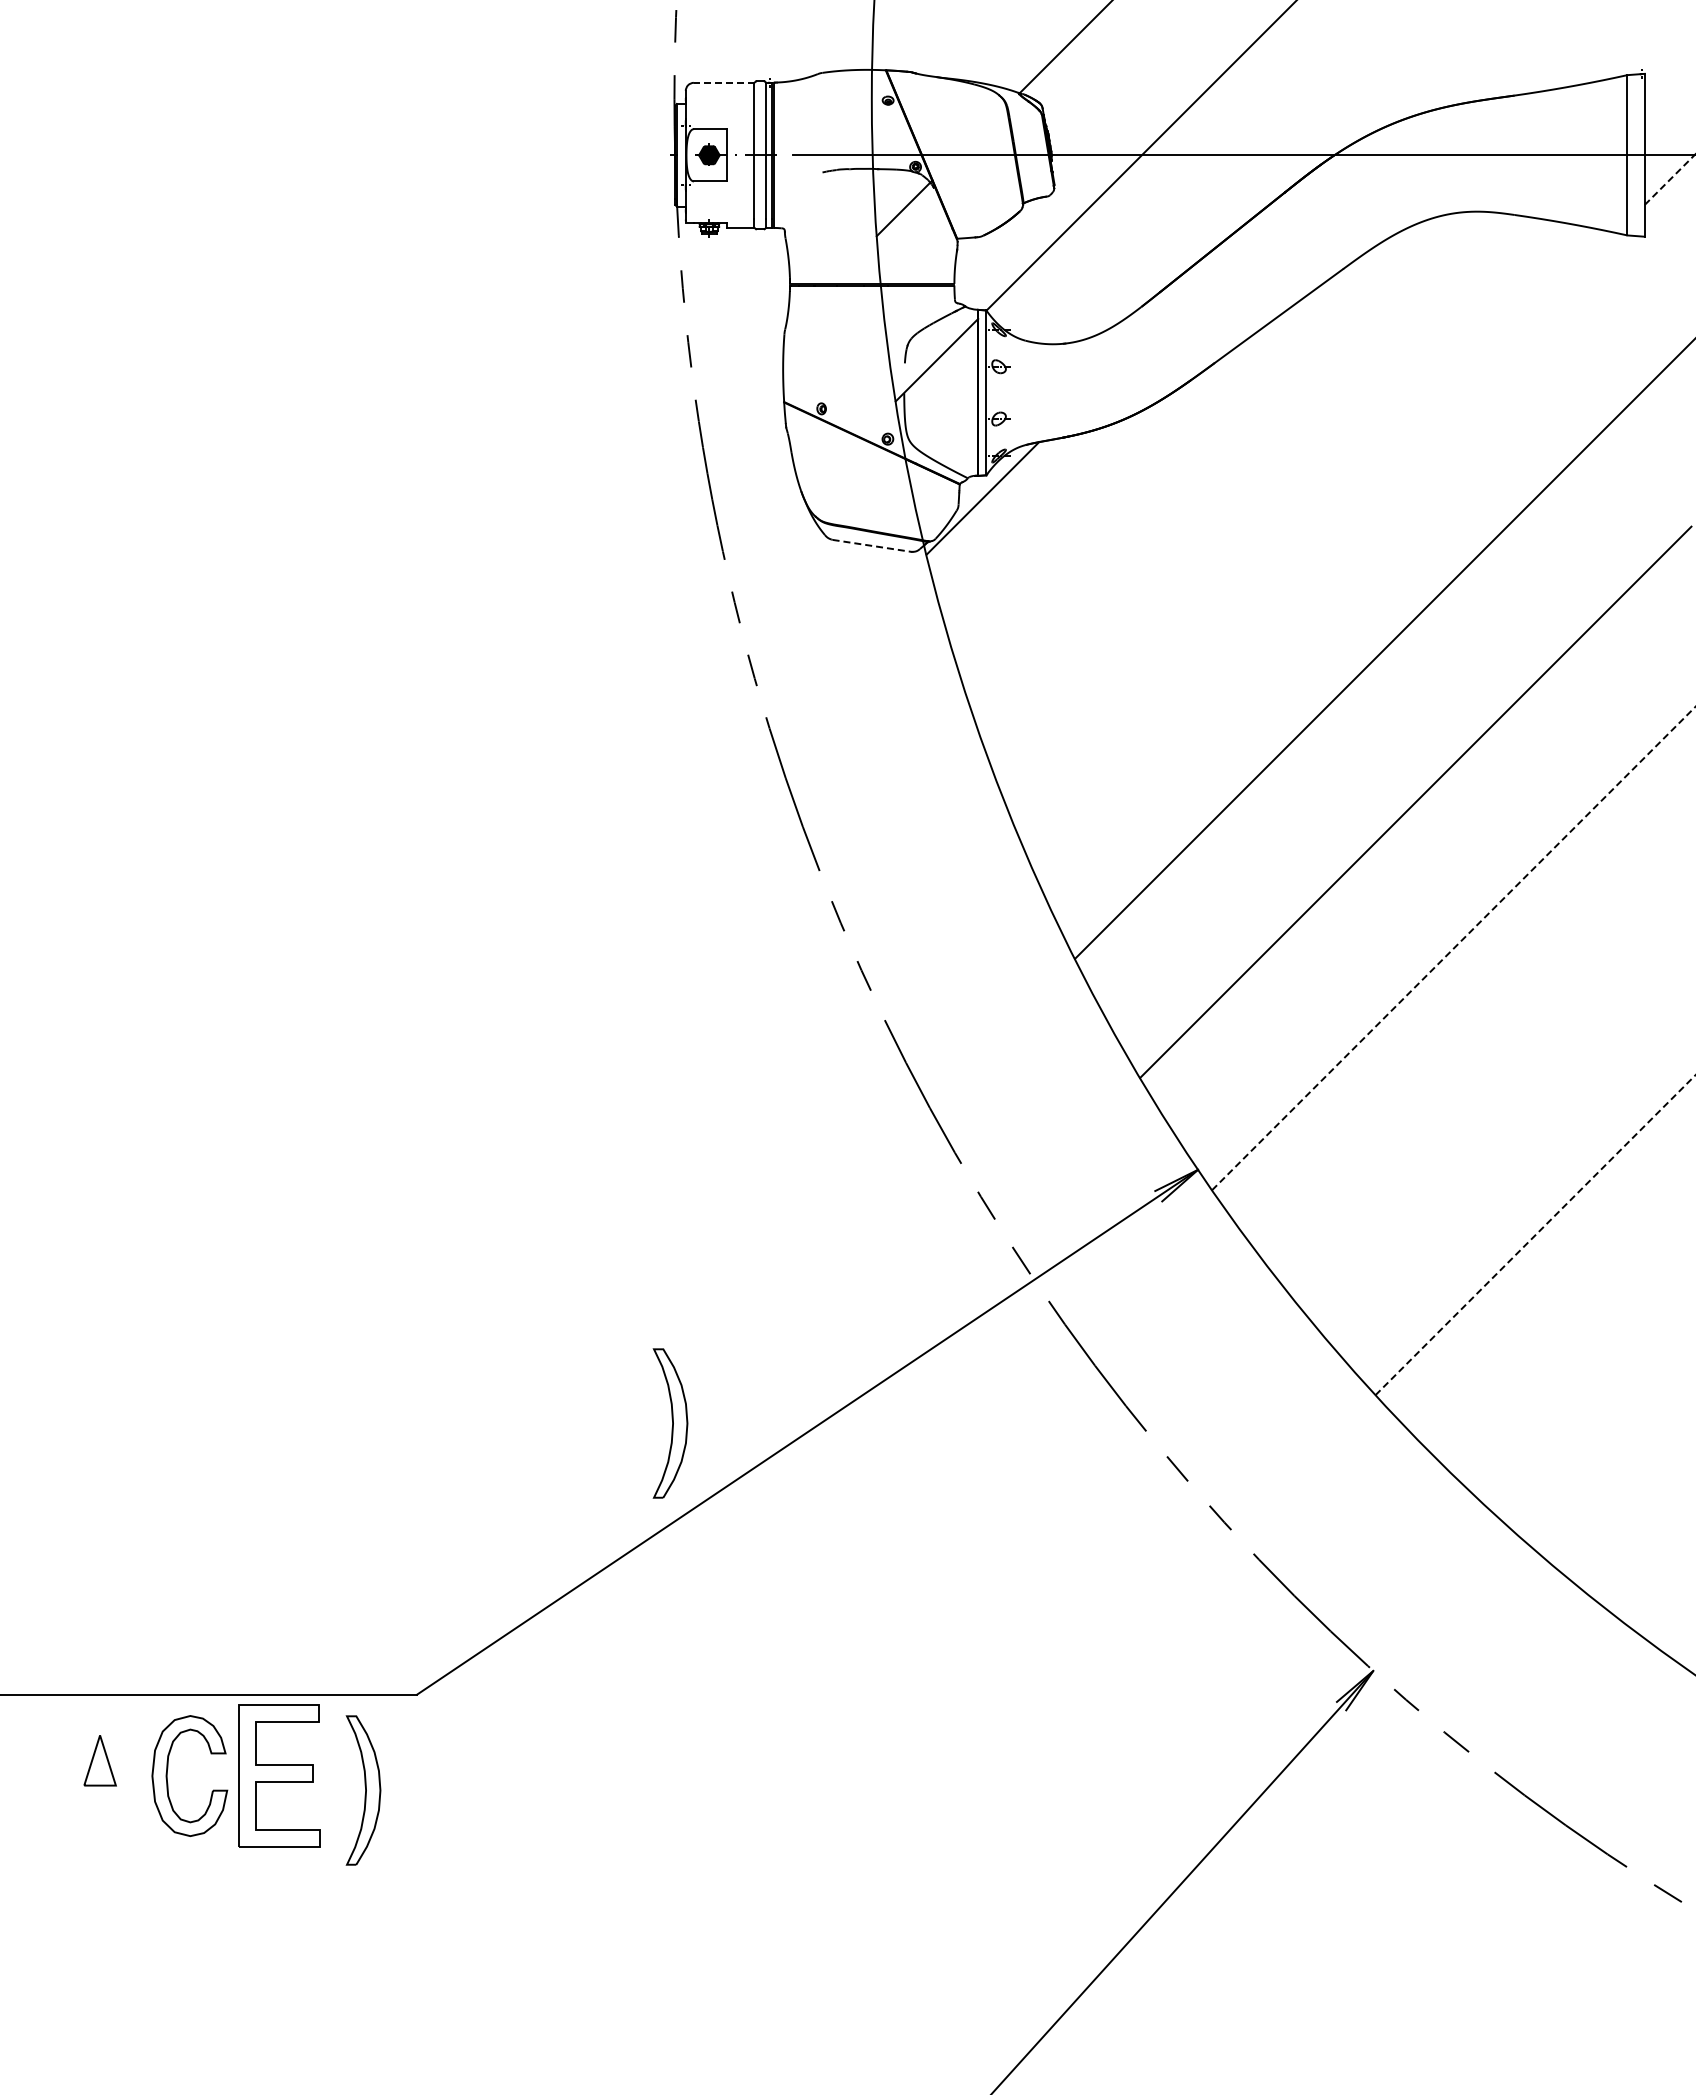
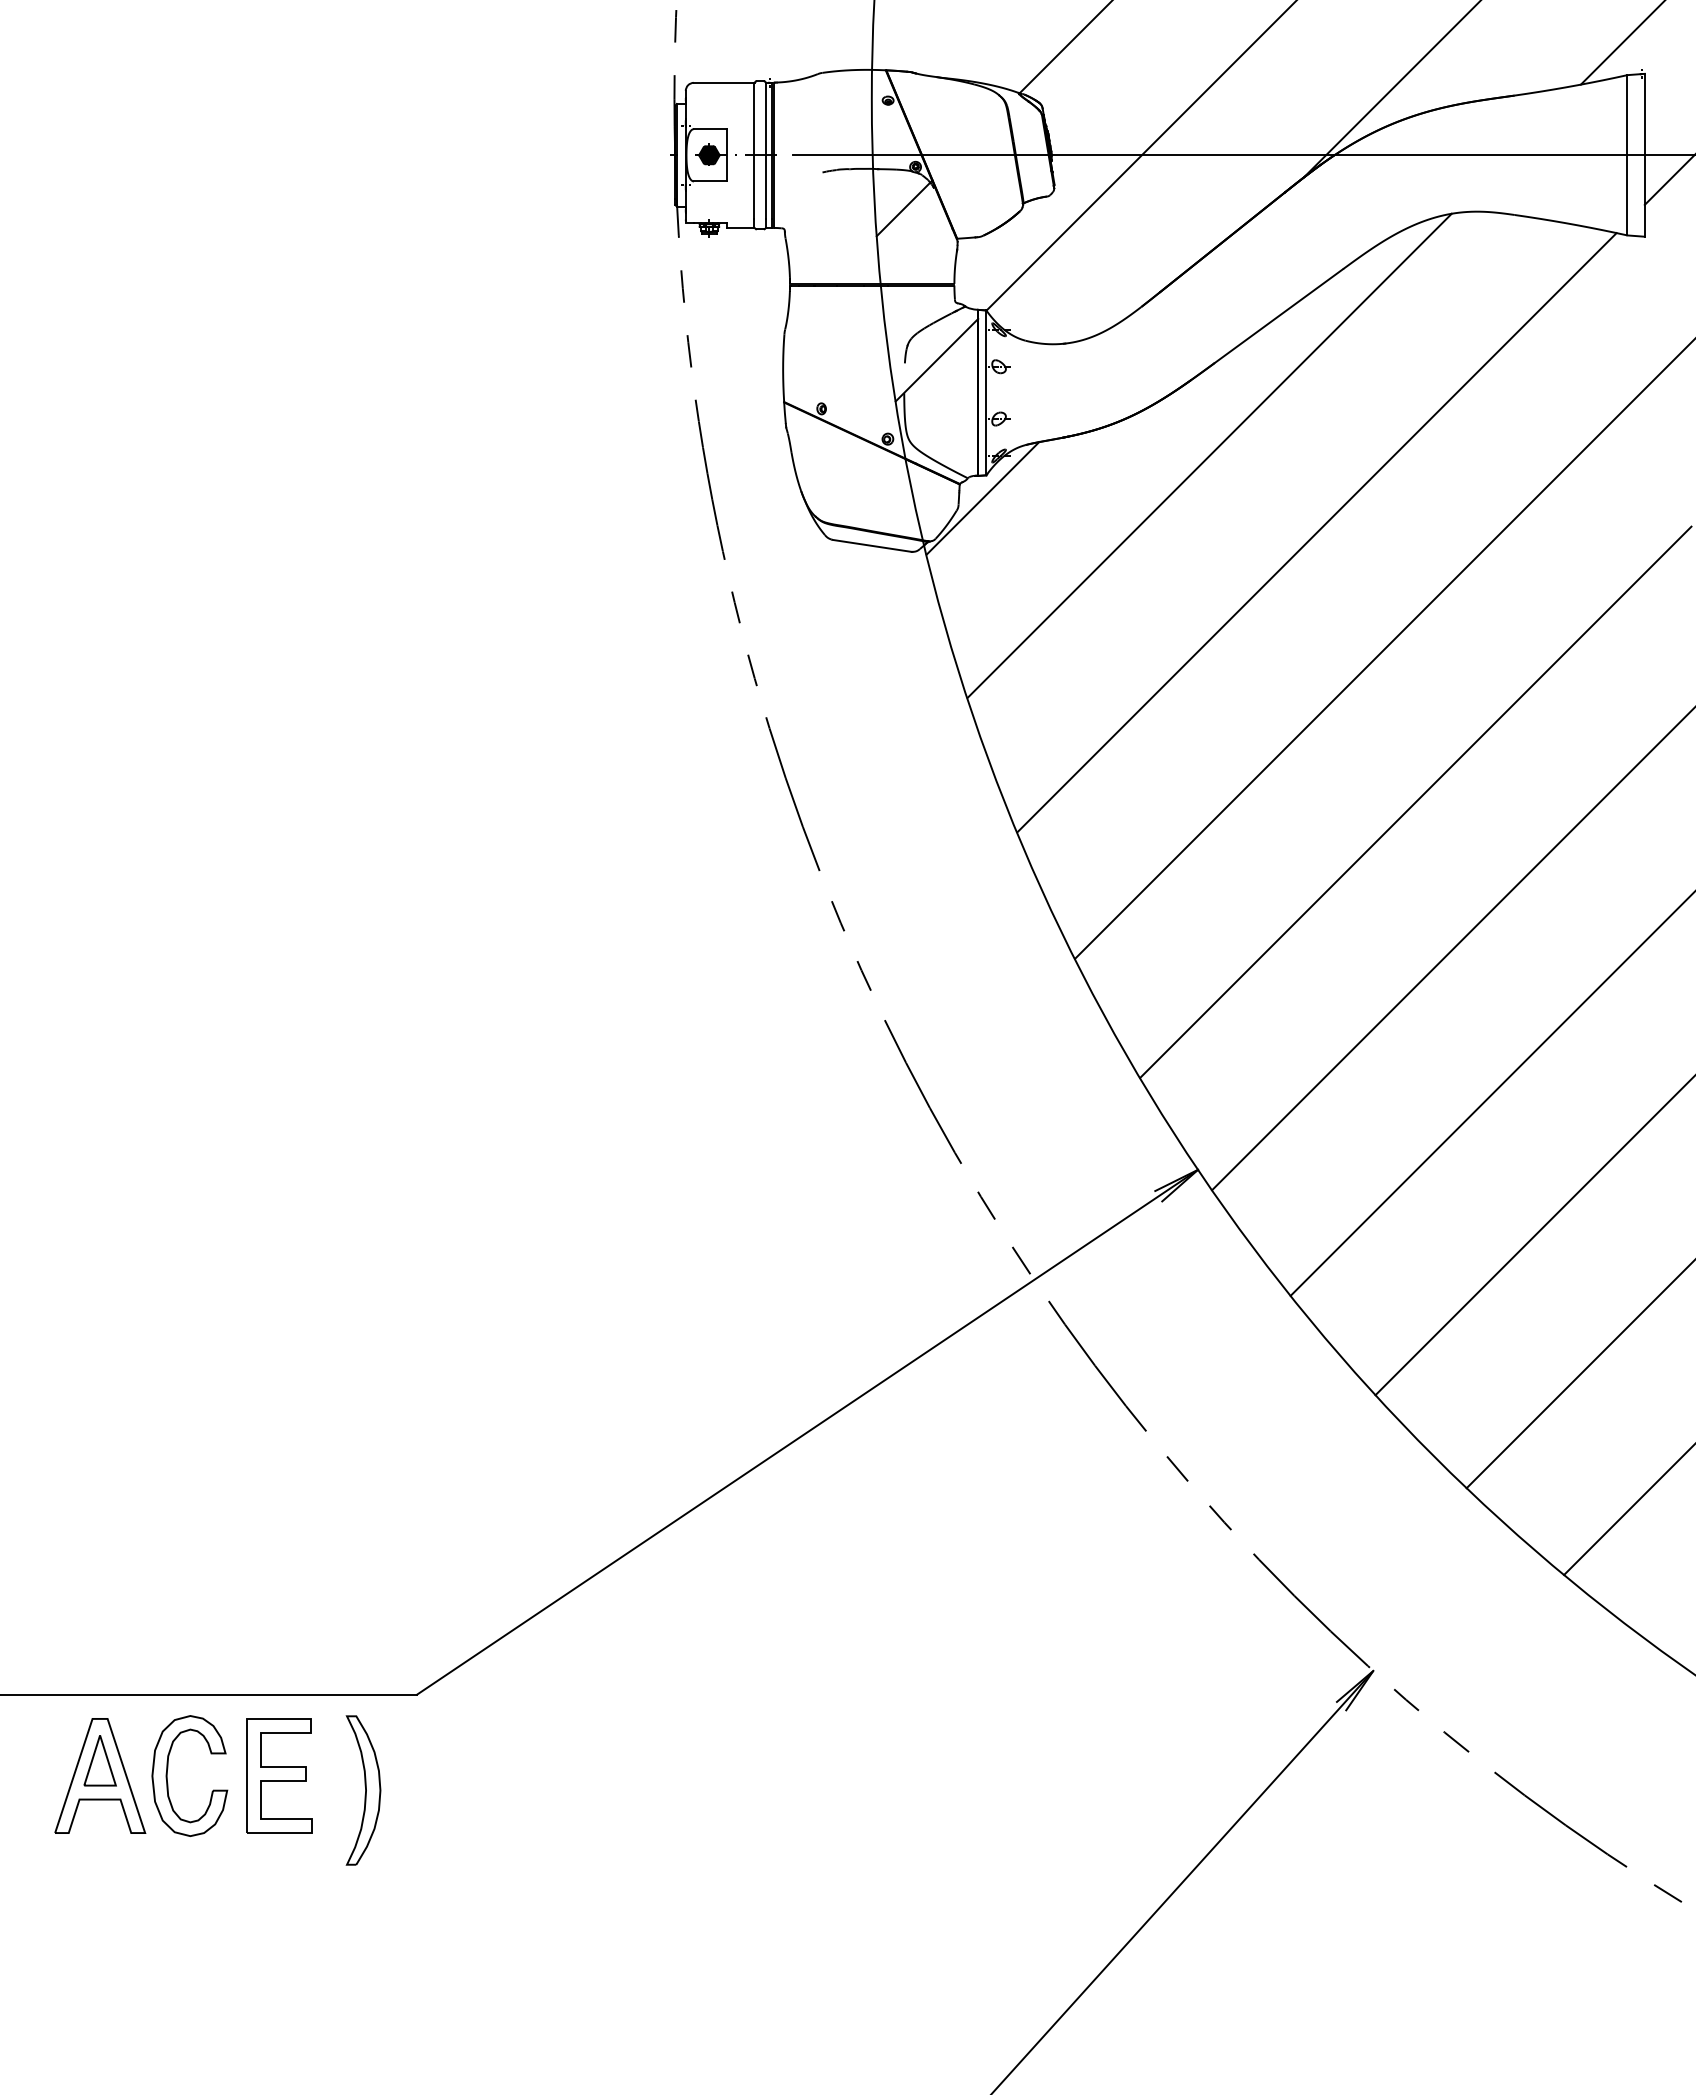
line at (1621, 43): none -> present
line at (724, 82): dashed -> solid
line at (1391, 89): none -> present
line at (1670, 179): dashed -> solid
line at (1209, 455): none -> present
line at (1316, 532): none -> present
line at (872, 545): dashed -> solid
line at (1453, 948): dashed -> solid
line at (1491, 1094): none -> present
line at (1535, 1234): dashed -> solid
line at (1579, 1374): none -> present
part at (670, 1423): present -> none
line at (1628, 1510): none -> present
part at (100, 1775): none -> present
part at (279, 1775) size: 83x144 px -> 67x116 px
